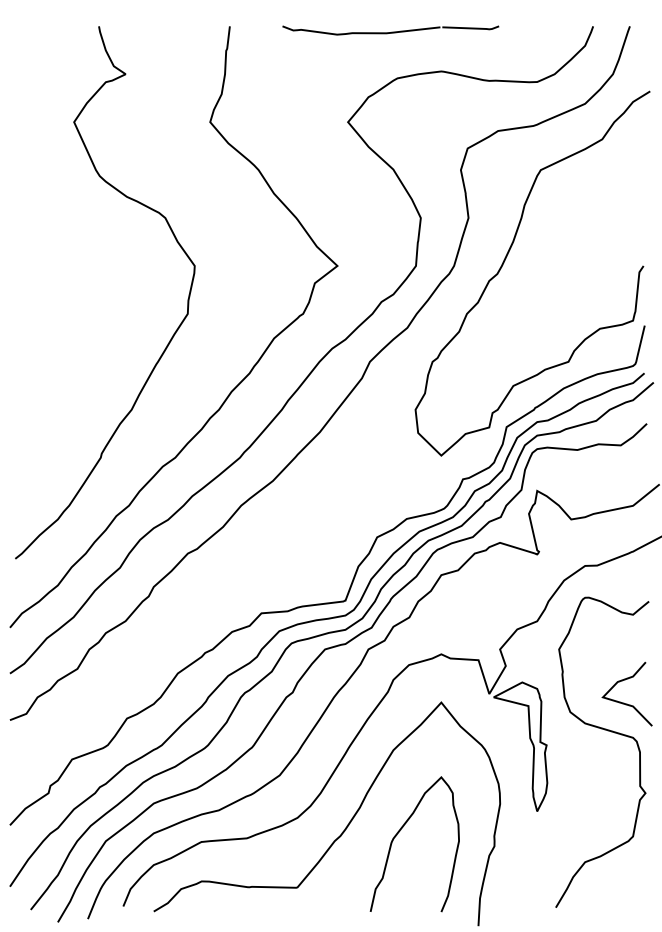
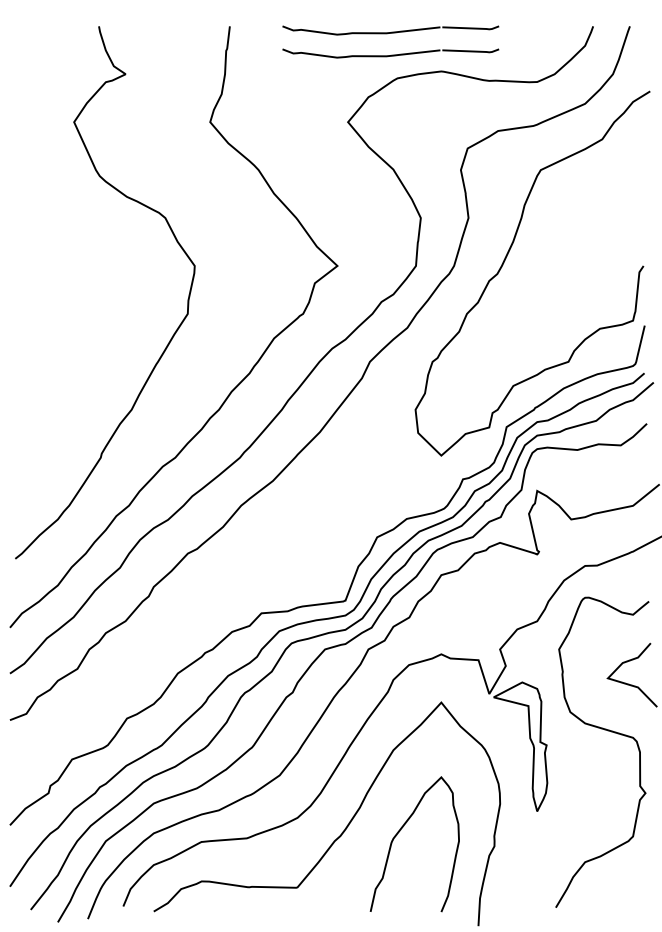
part at (390, 53): none -> present
curve at (624, 702) position: (624, 702) -> (629, 683)
